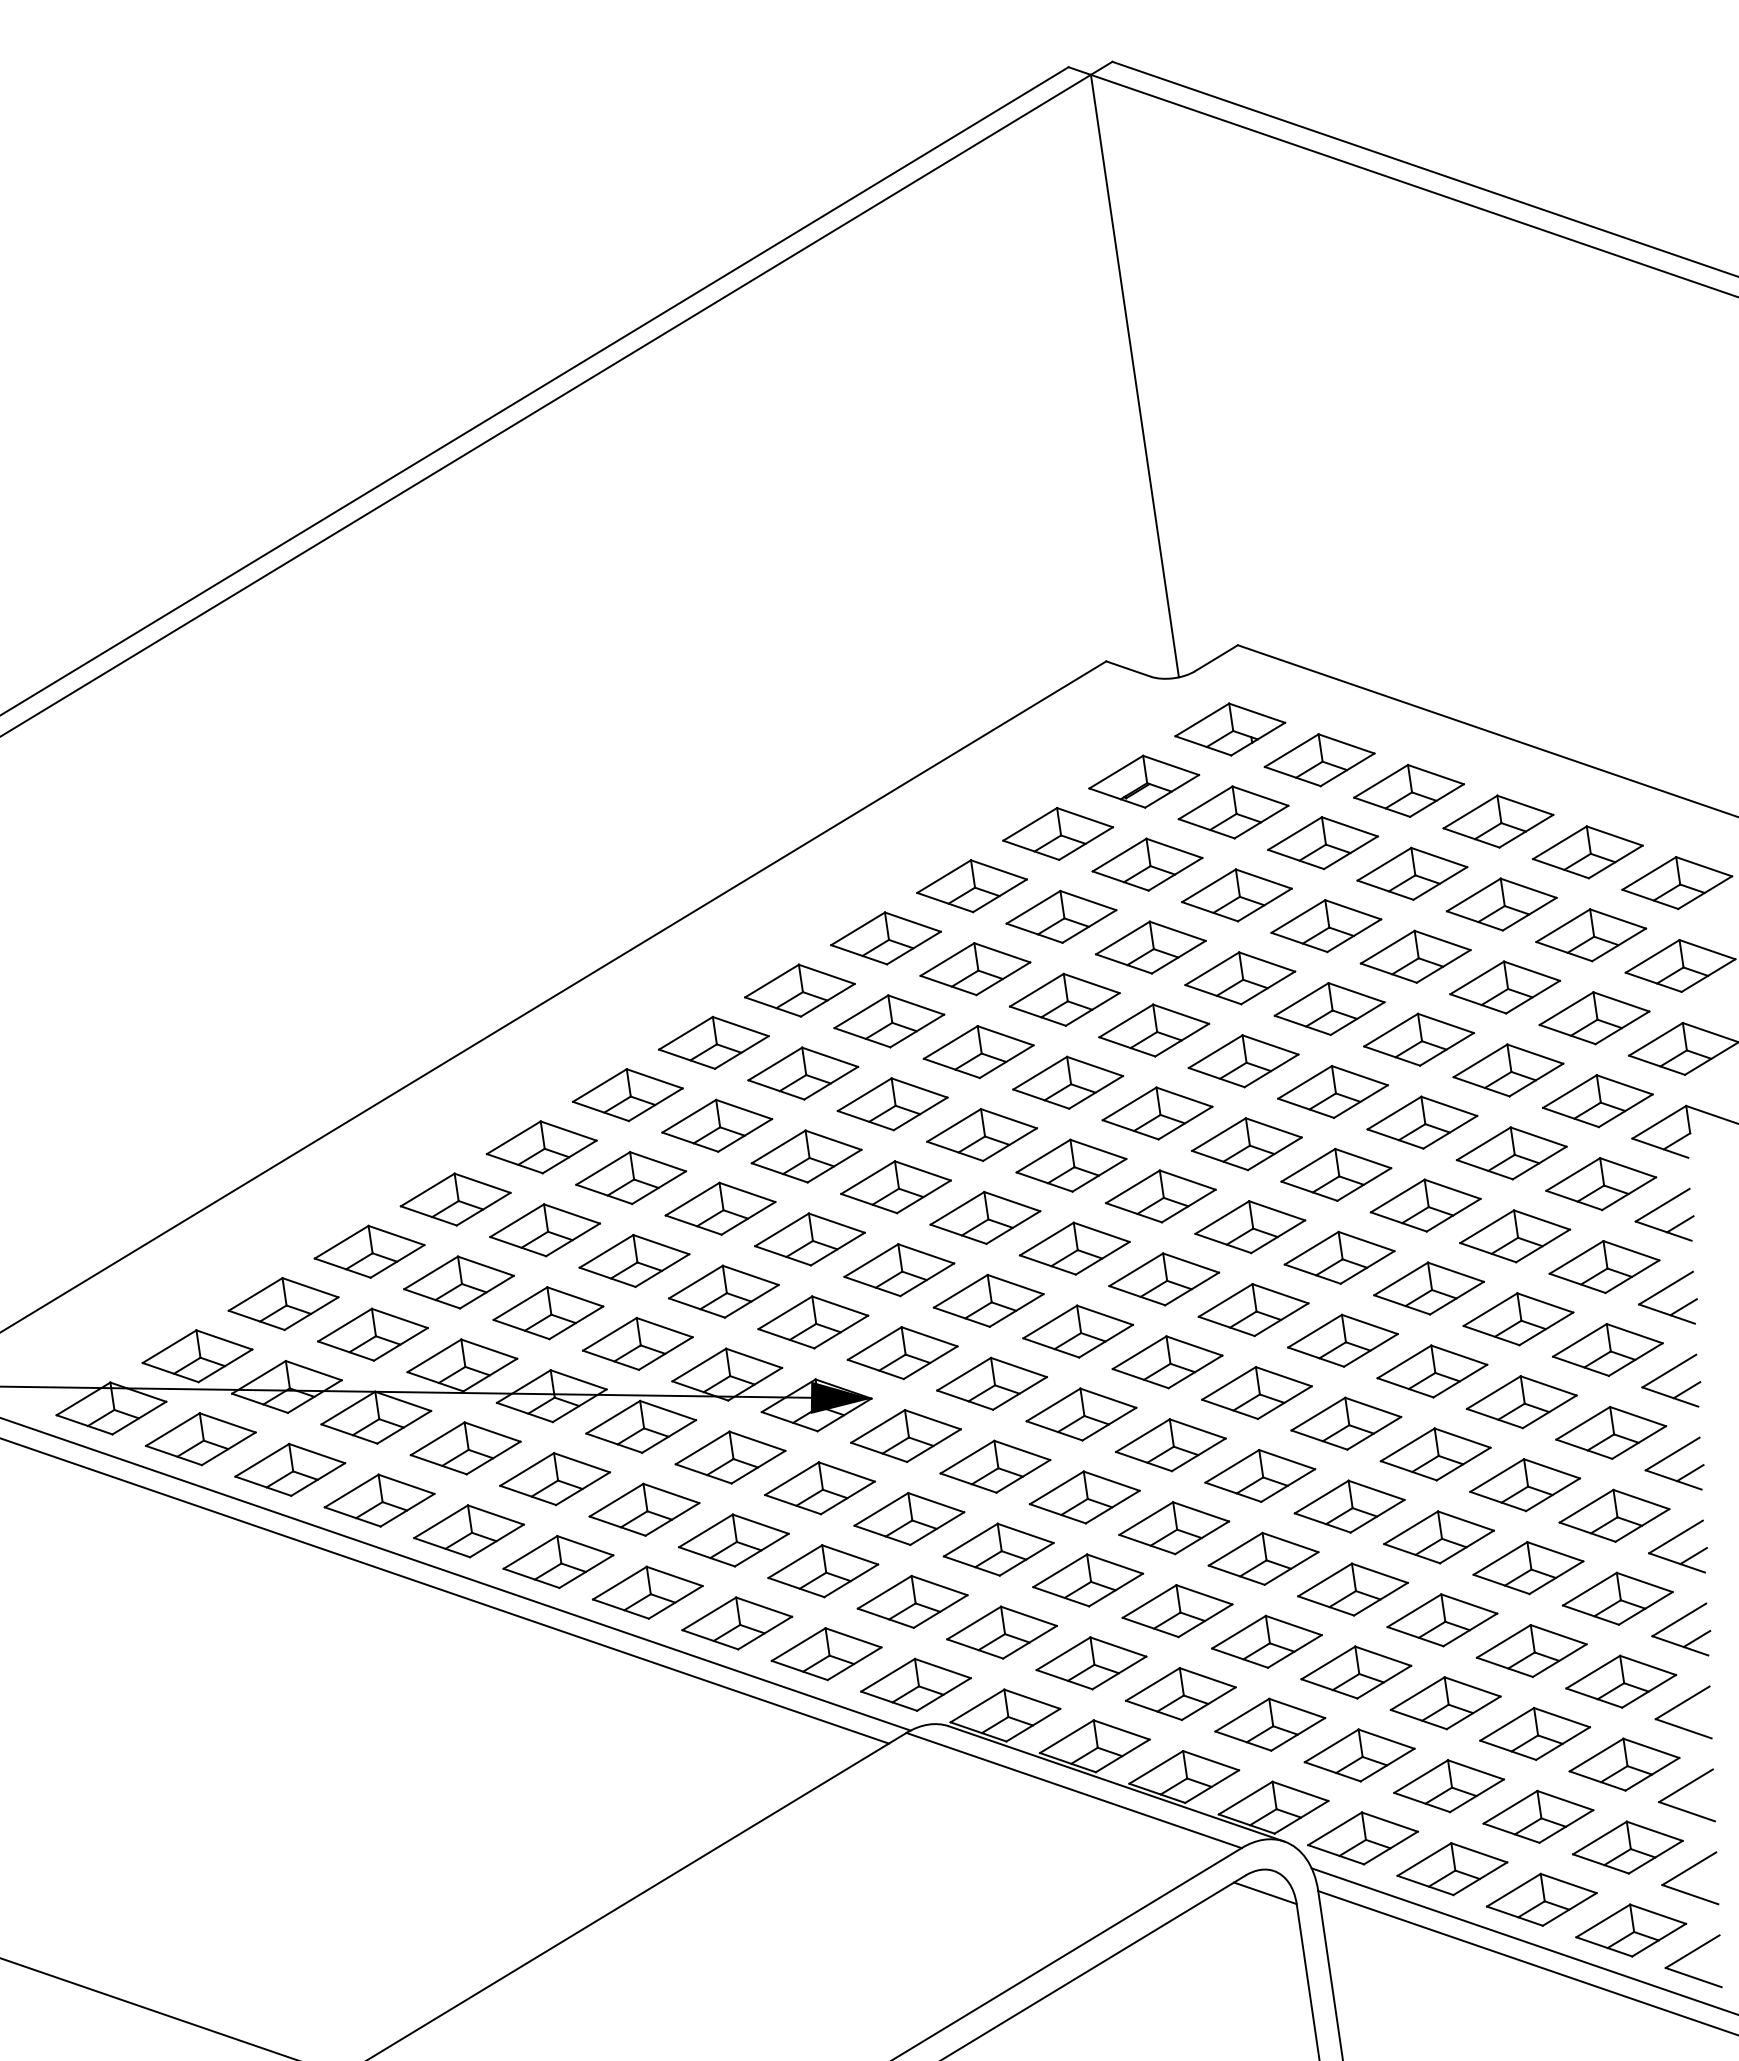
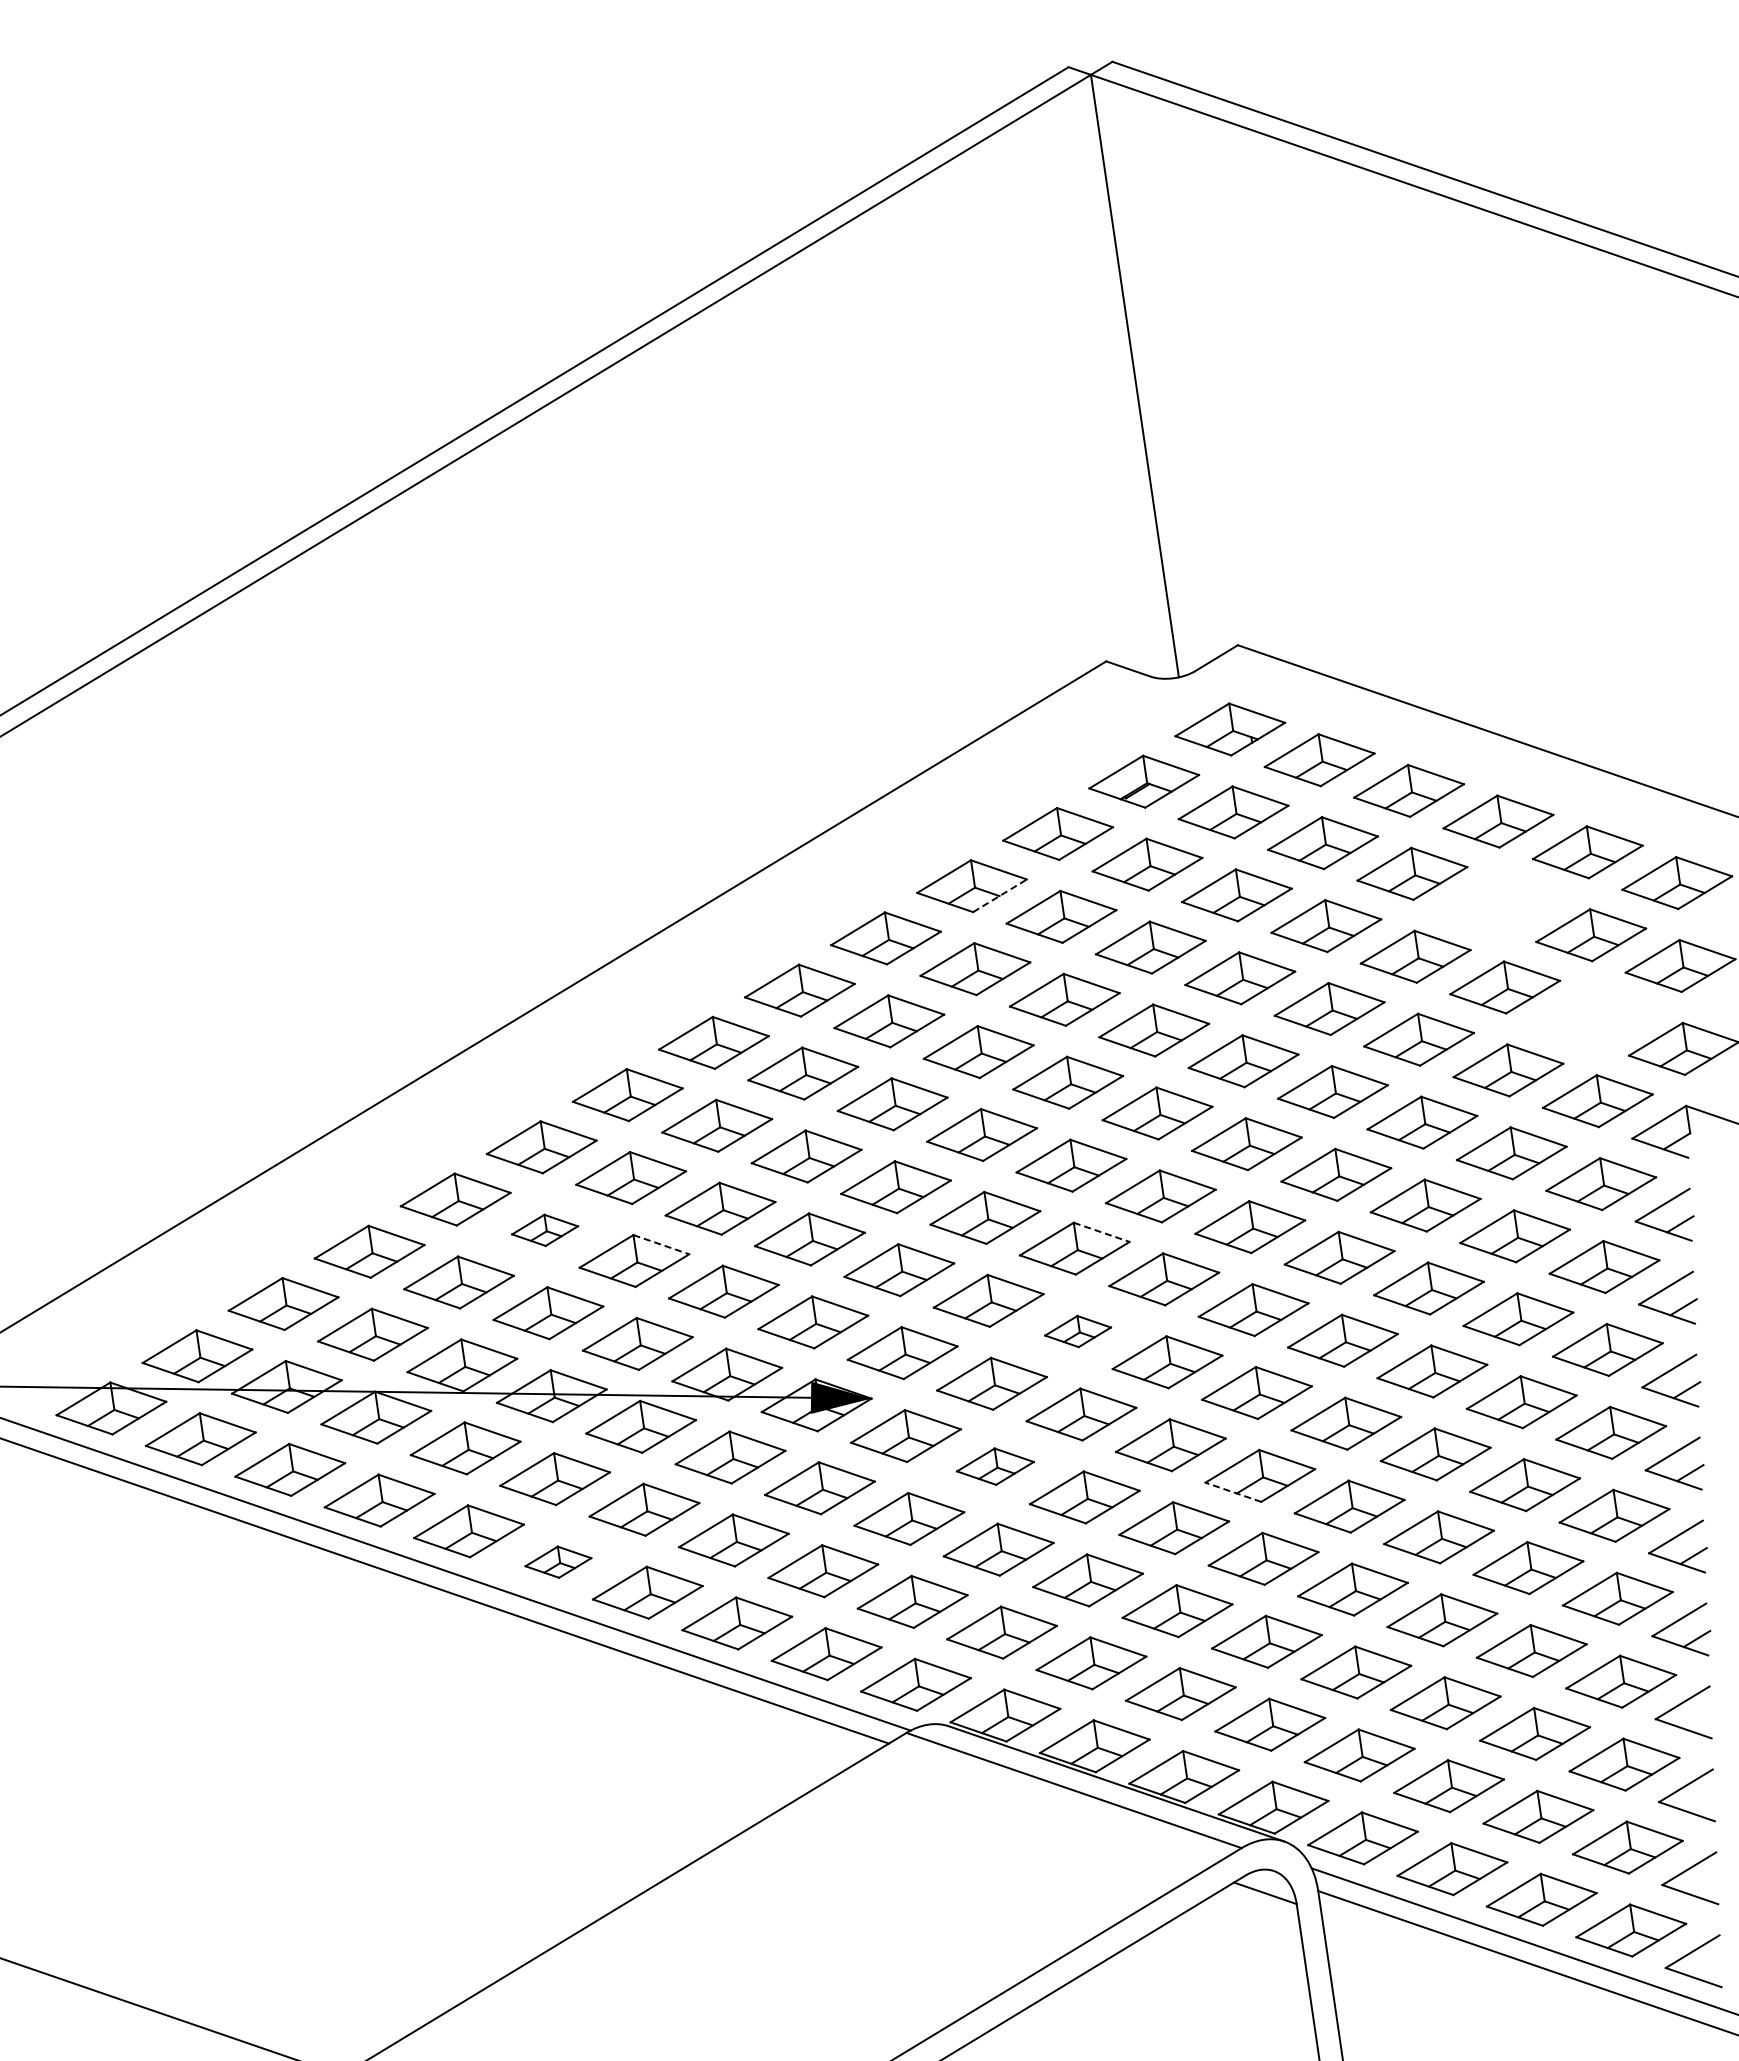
line at (1000, 895): solid -> dashed
part at (1501, 904): present -> none
part at (1594, 1018): present -> none
part at (544, 1230) size: 112x55 px -> 68x34 px
line at (1101, 1232): solid -> dashed
line at (661, 1244): solid -> dashed
part at (1077, 1331) size: 112x55 px -> 69x35 px
part at (995, 1466) size: 113x55 px -> 79x39 px
line at (1233, 1492): solid -> dashed
part at (558, 1562) size: 113x55 px -> 69x34 px
